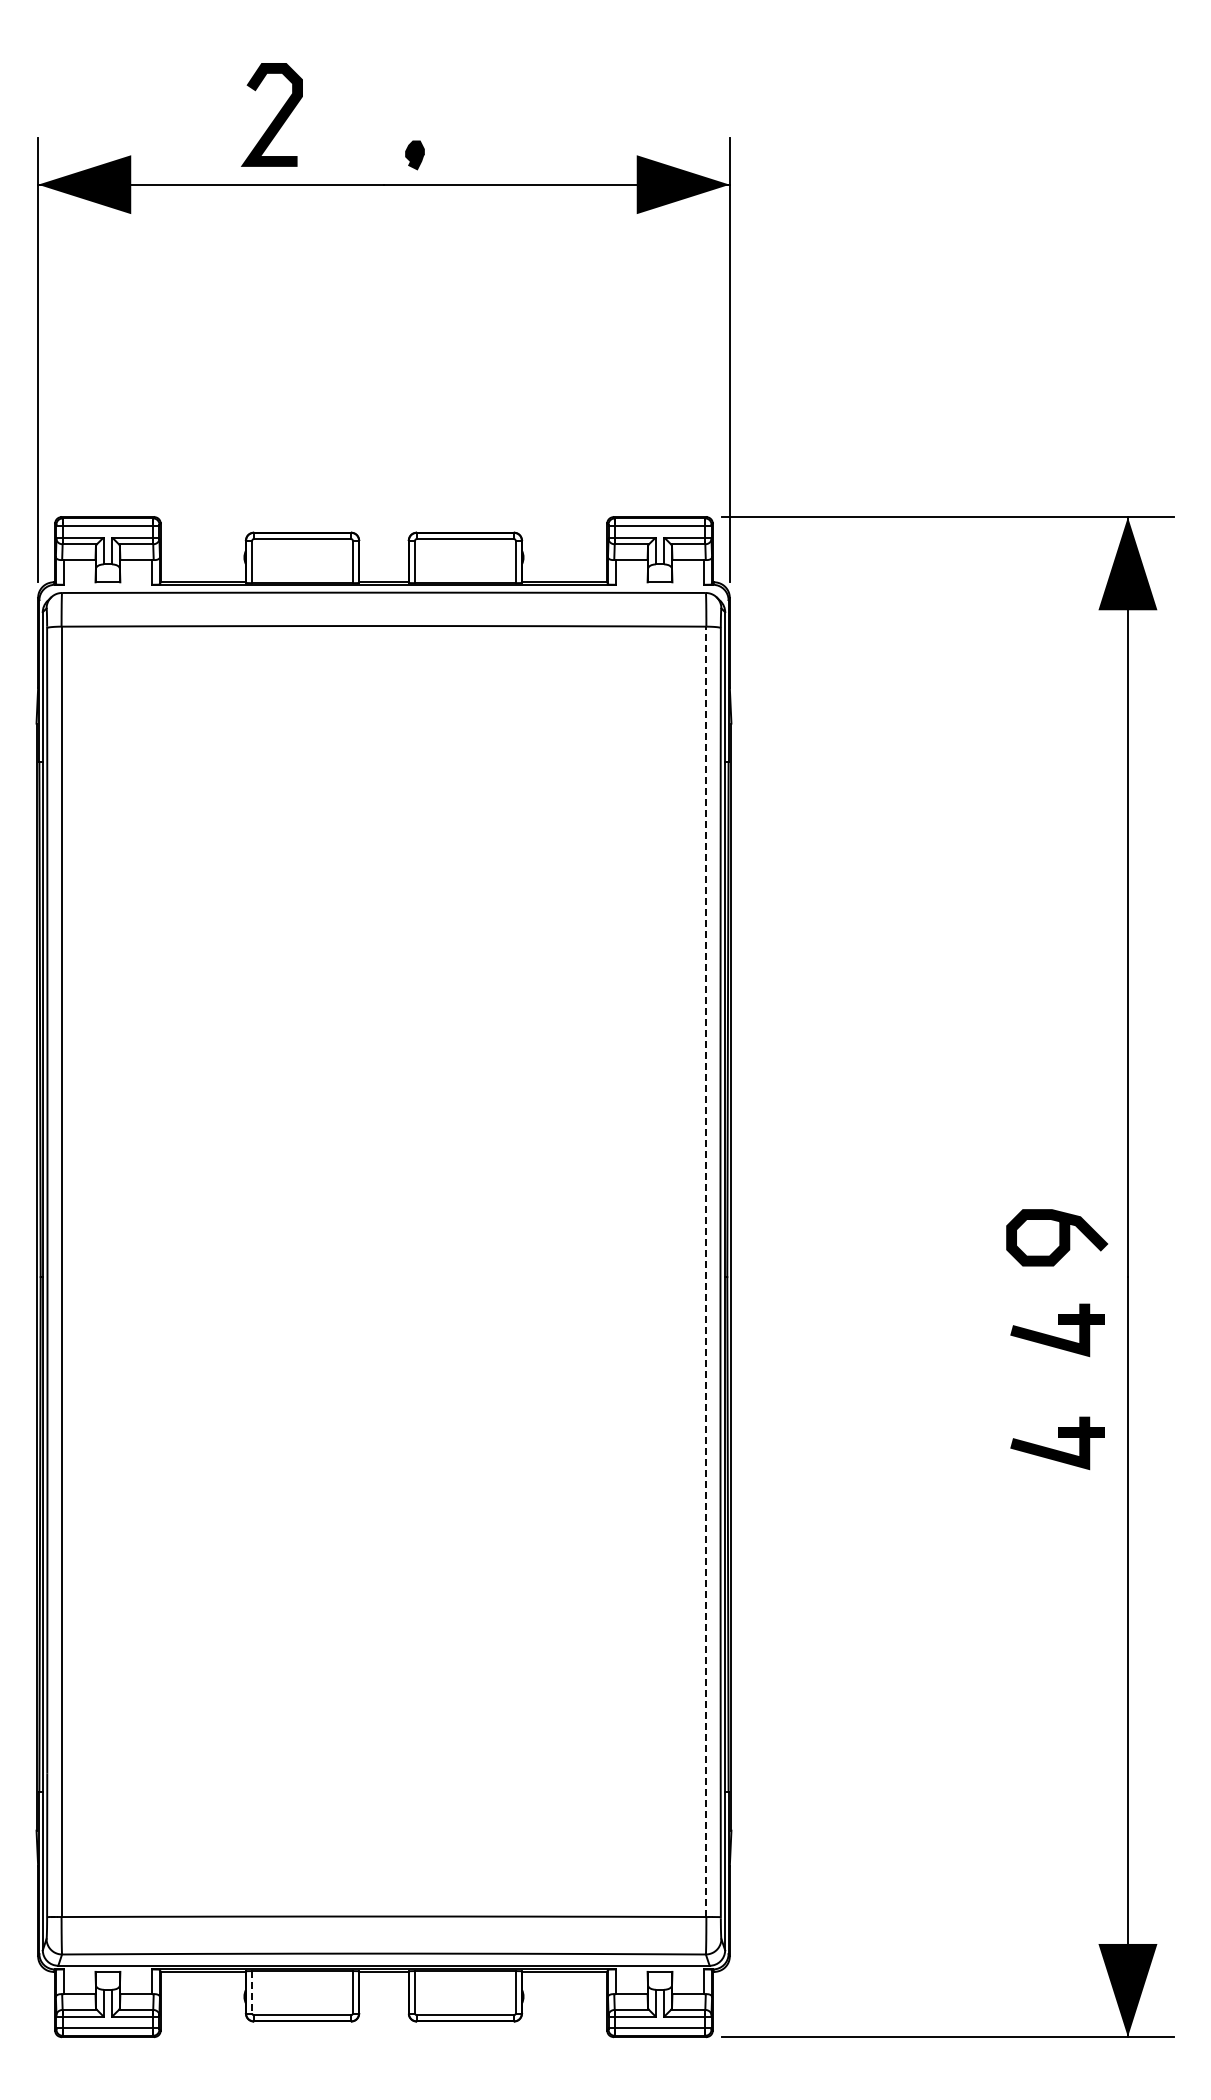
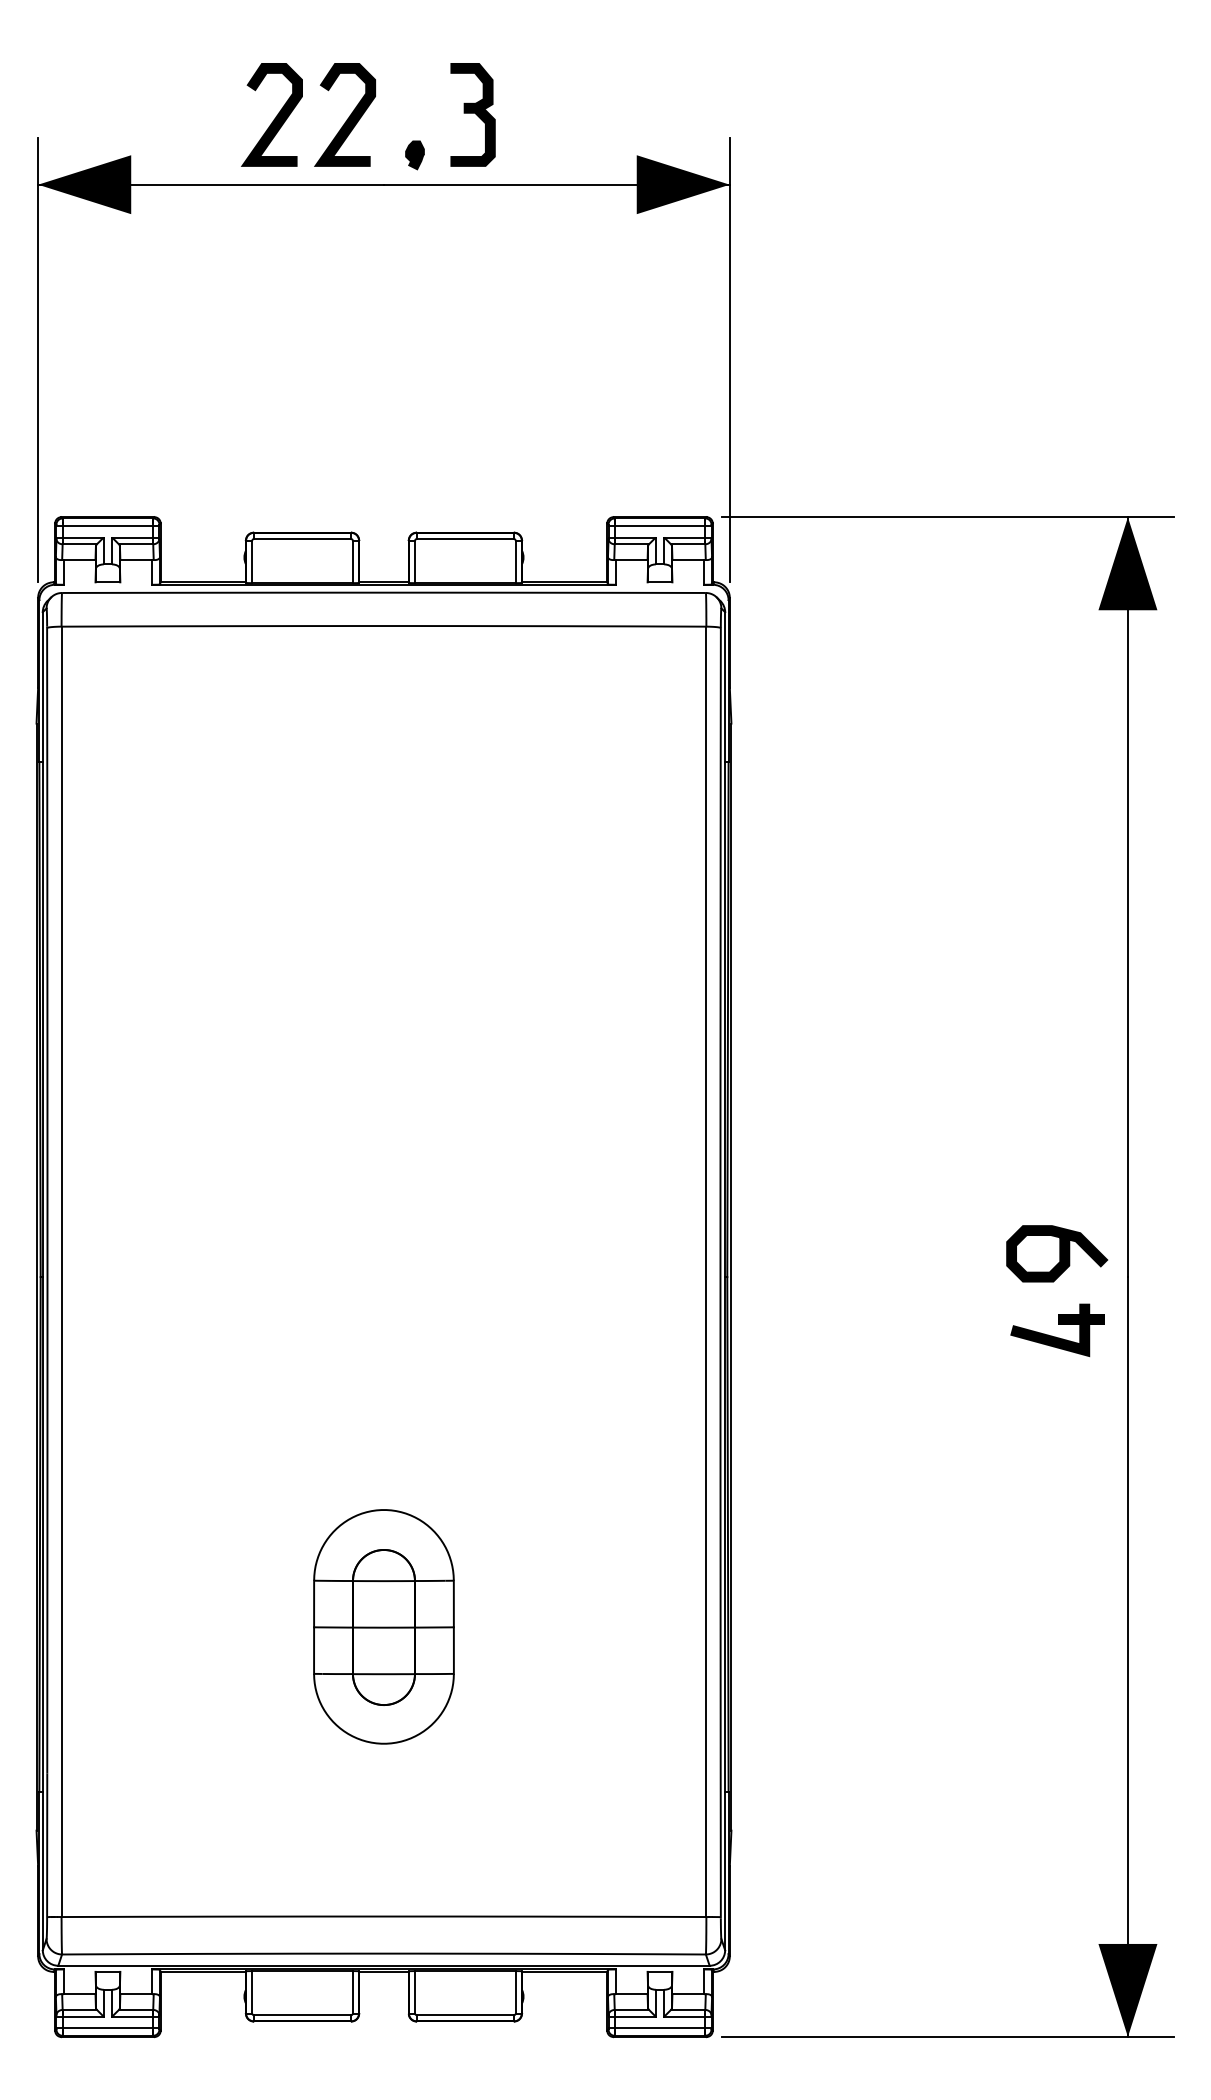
part at (472, 114): none -> present
curve at (348, 117): none -> present
curve at (1059, 1237) position: (1059, 1237) -> (1059, 1253)
line at (706, 1271): dashed -> solid
part at (1058, 1437): present -> none
part at (383, 1626): none -> present
line at (252, 1992): dashed -> solid
